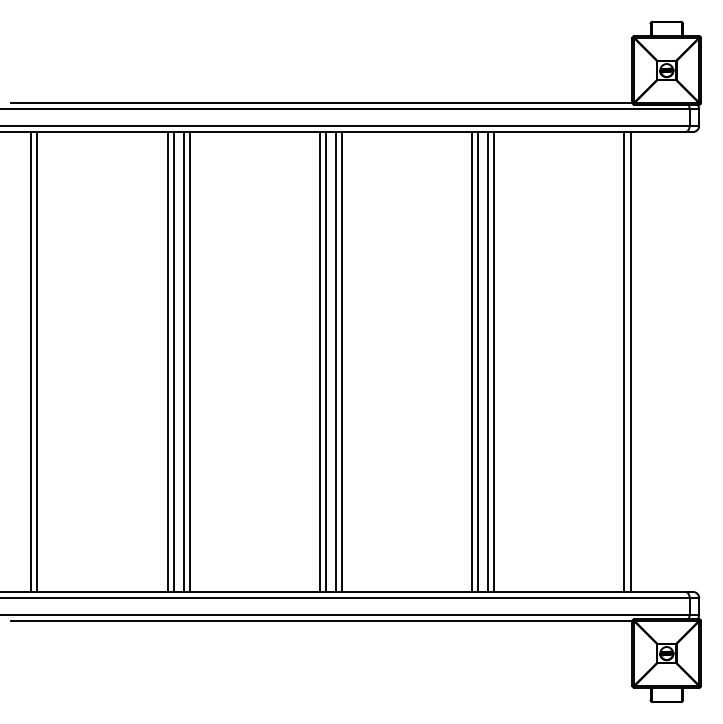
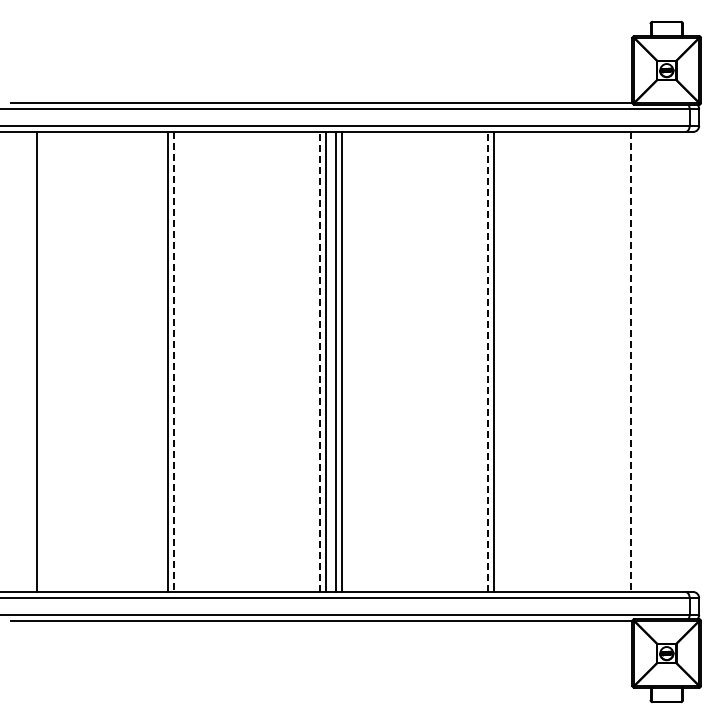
line at (31, 361): present -> none
line at (183, 361): present -> none
line at (189, 361): present -> none
line at (472, 361): present -> none
line at (478, 361): present -> none
line at (624, 361): present -> none
line at (173, 362): solid -> dashed
line at (319, 362): solid -> dashed
line at (488, 362): solid -> dashed
line at (630, 362): solid -> dashed
